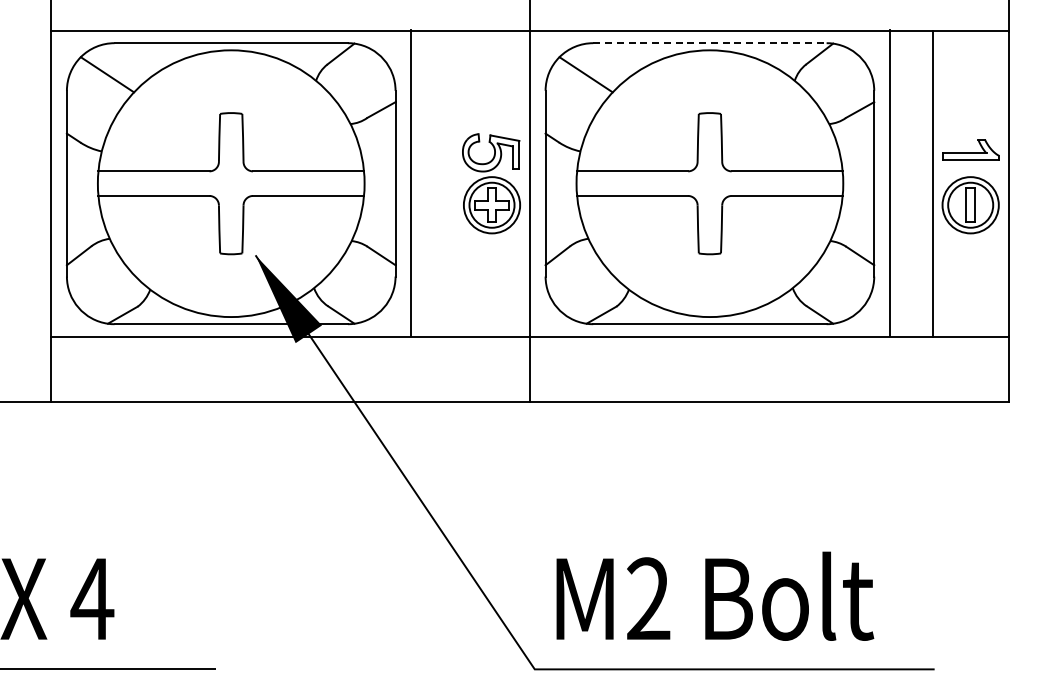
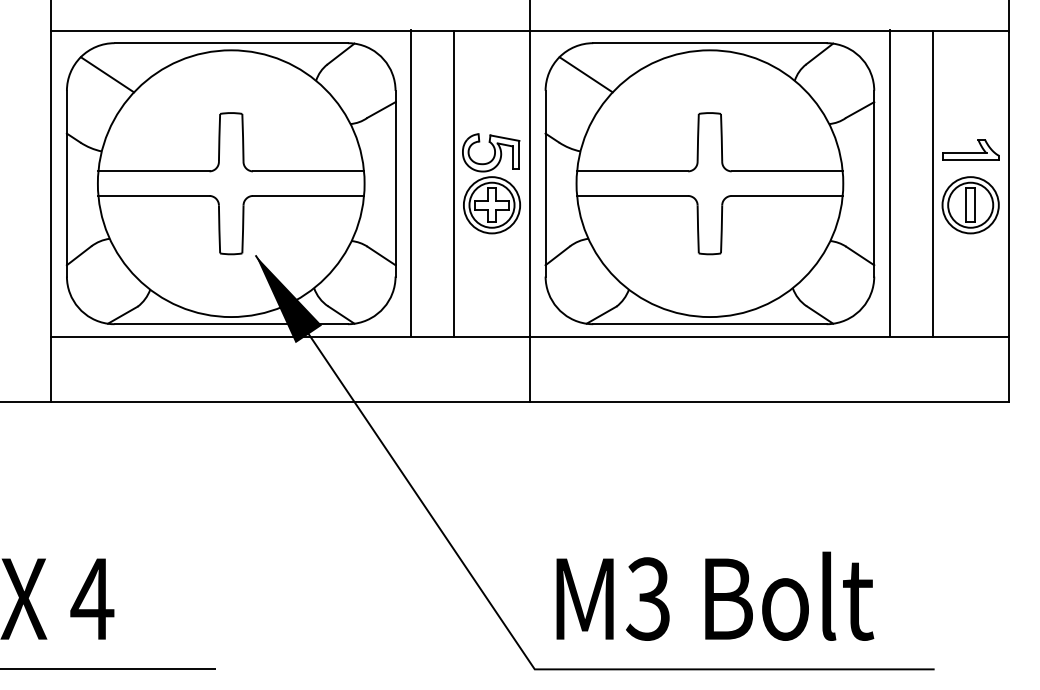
line at (709, 43): dashed -> solid
line at (453, 183): none -> present
text at (648, 598): M2 -> M3
